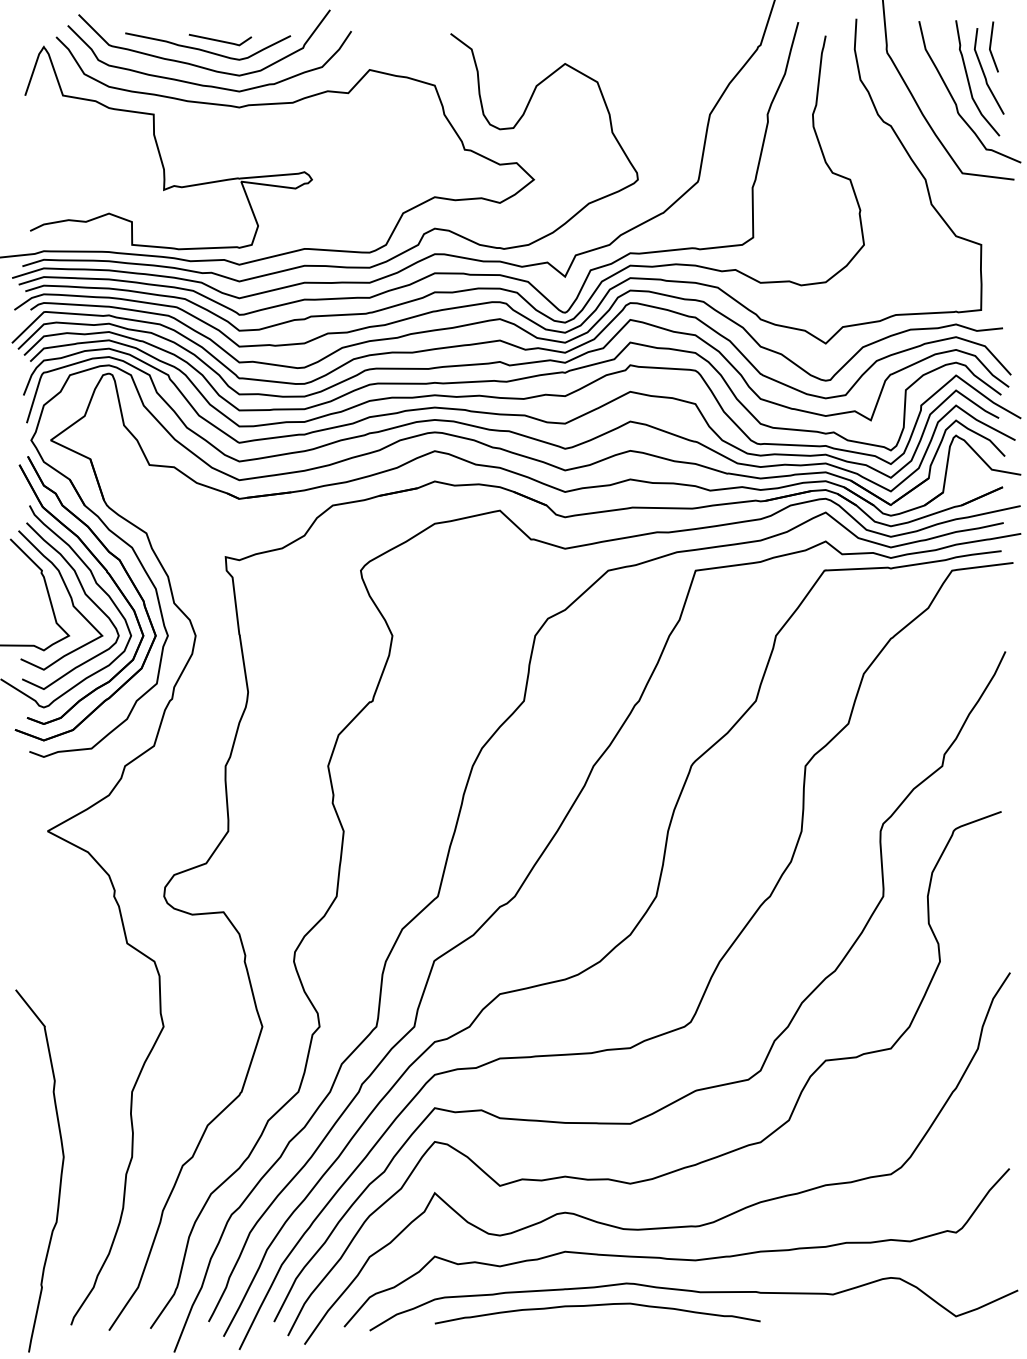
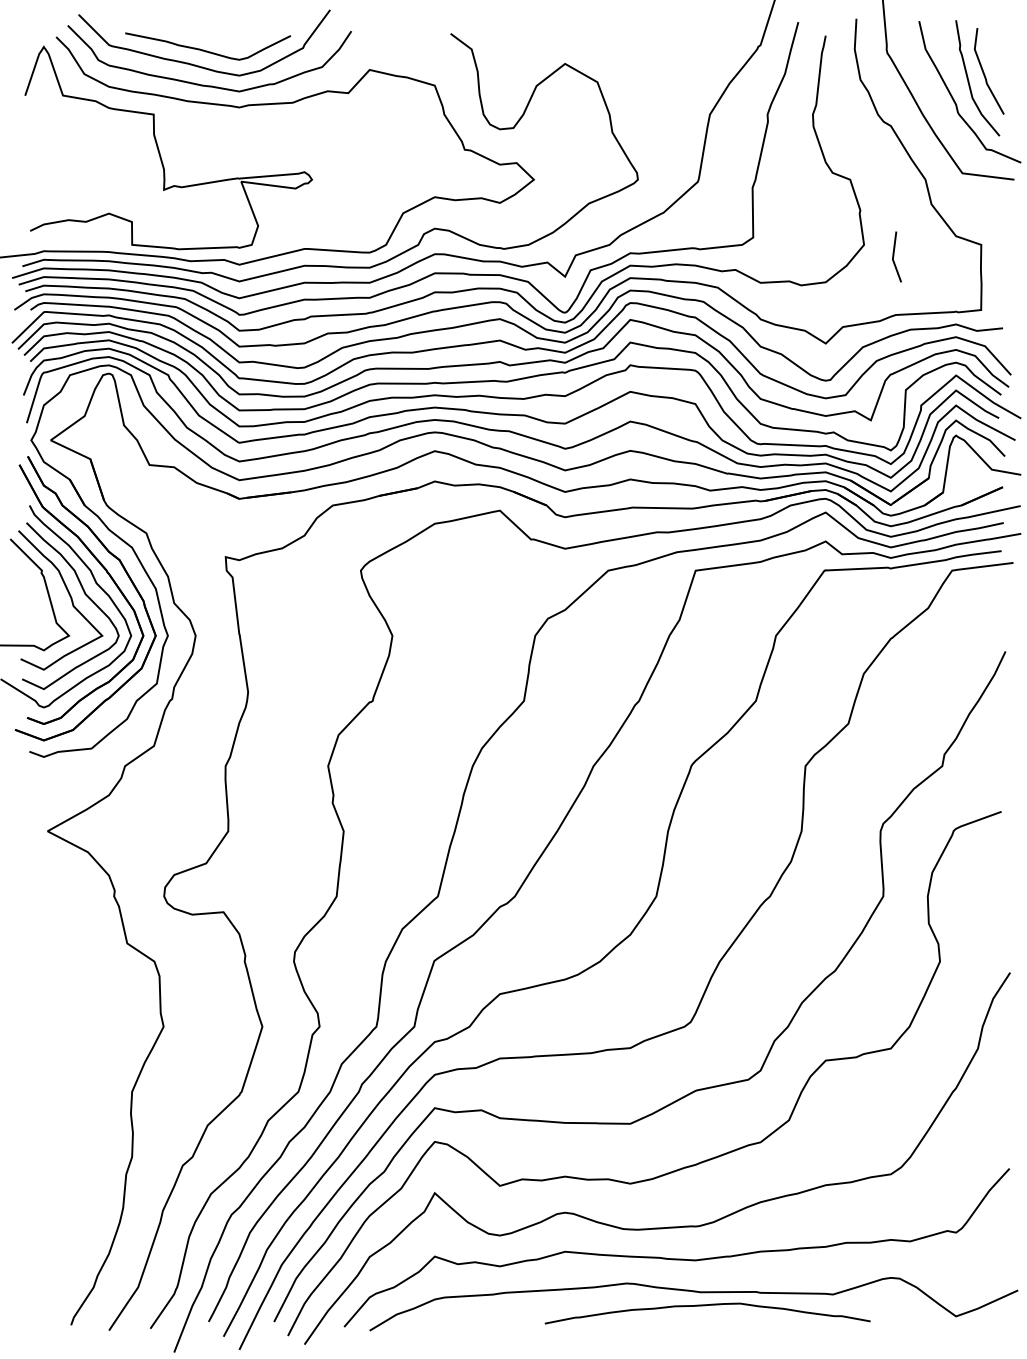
line at (220, 40): present -> none
line at (991, 46) position: (991, 46) -> (894, 256)
curve at (60, 1172): present -> none
curve at (595, 1306) position: (595, 1306) -> (705, 1306)
